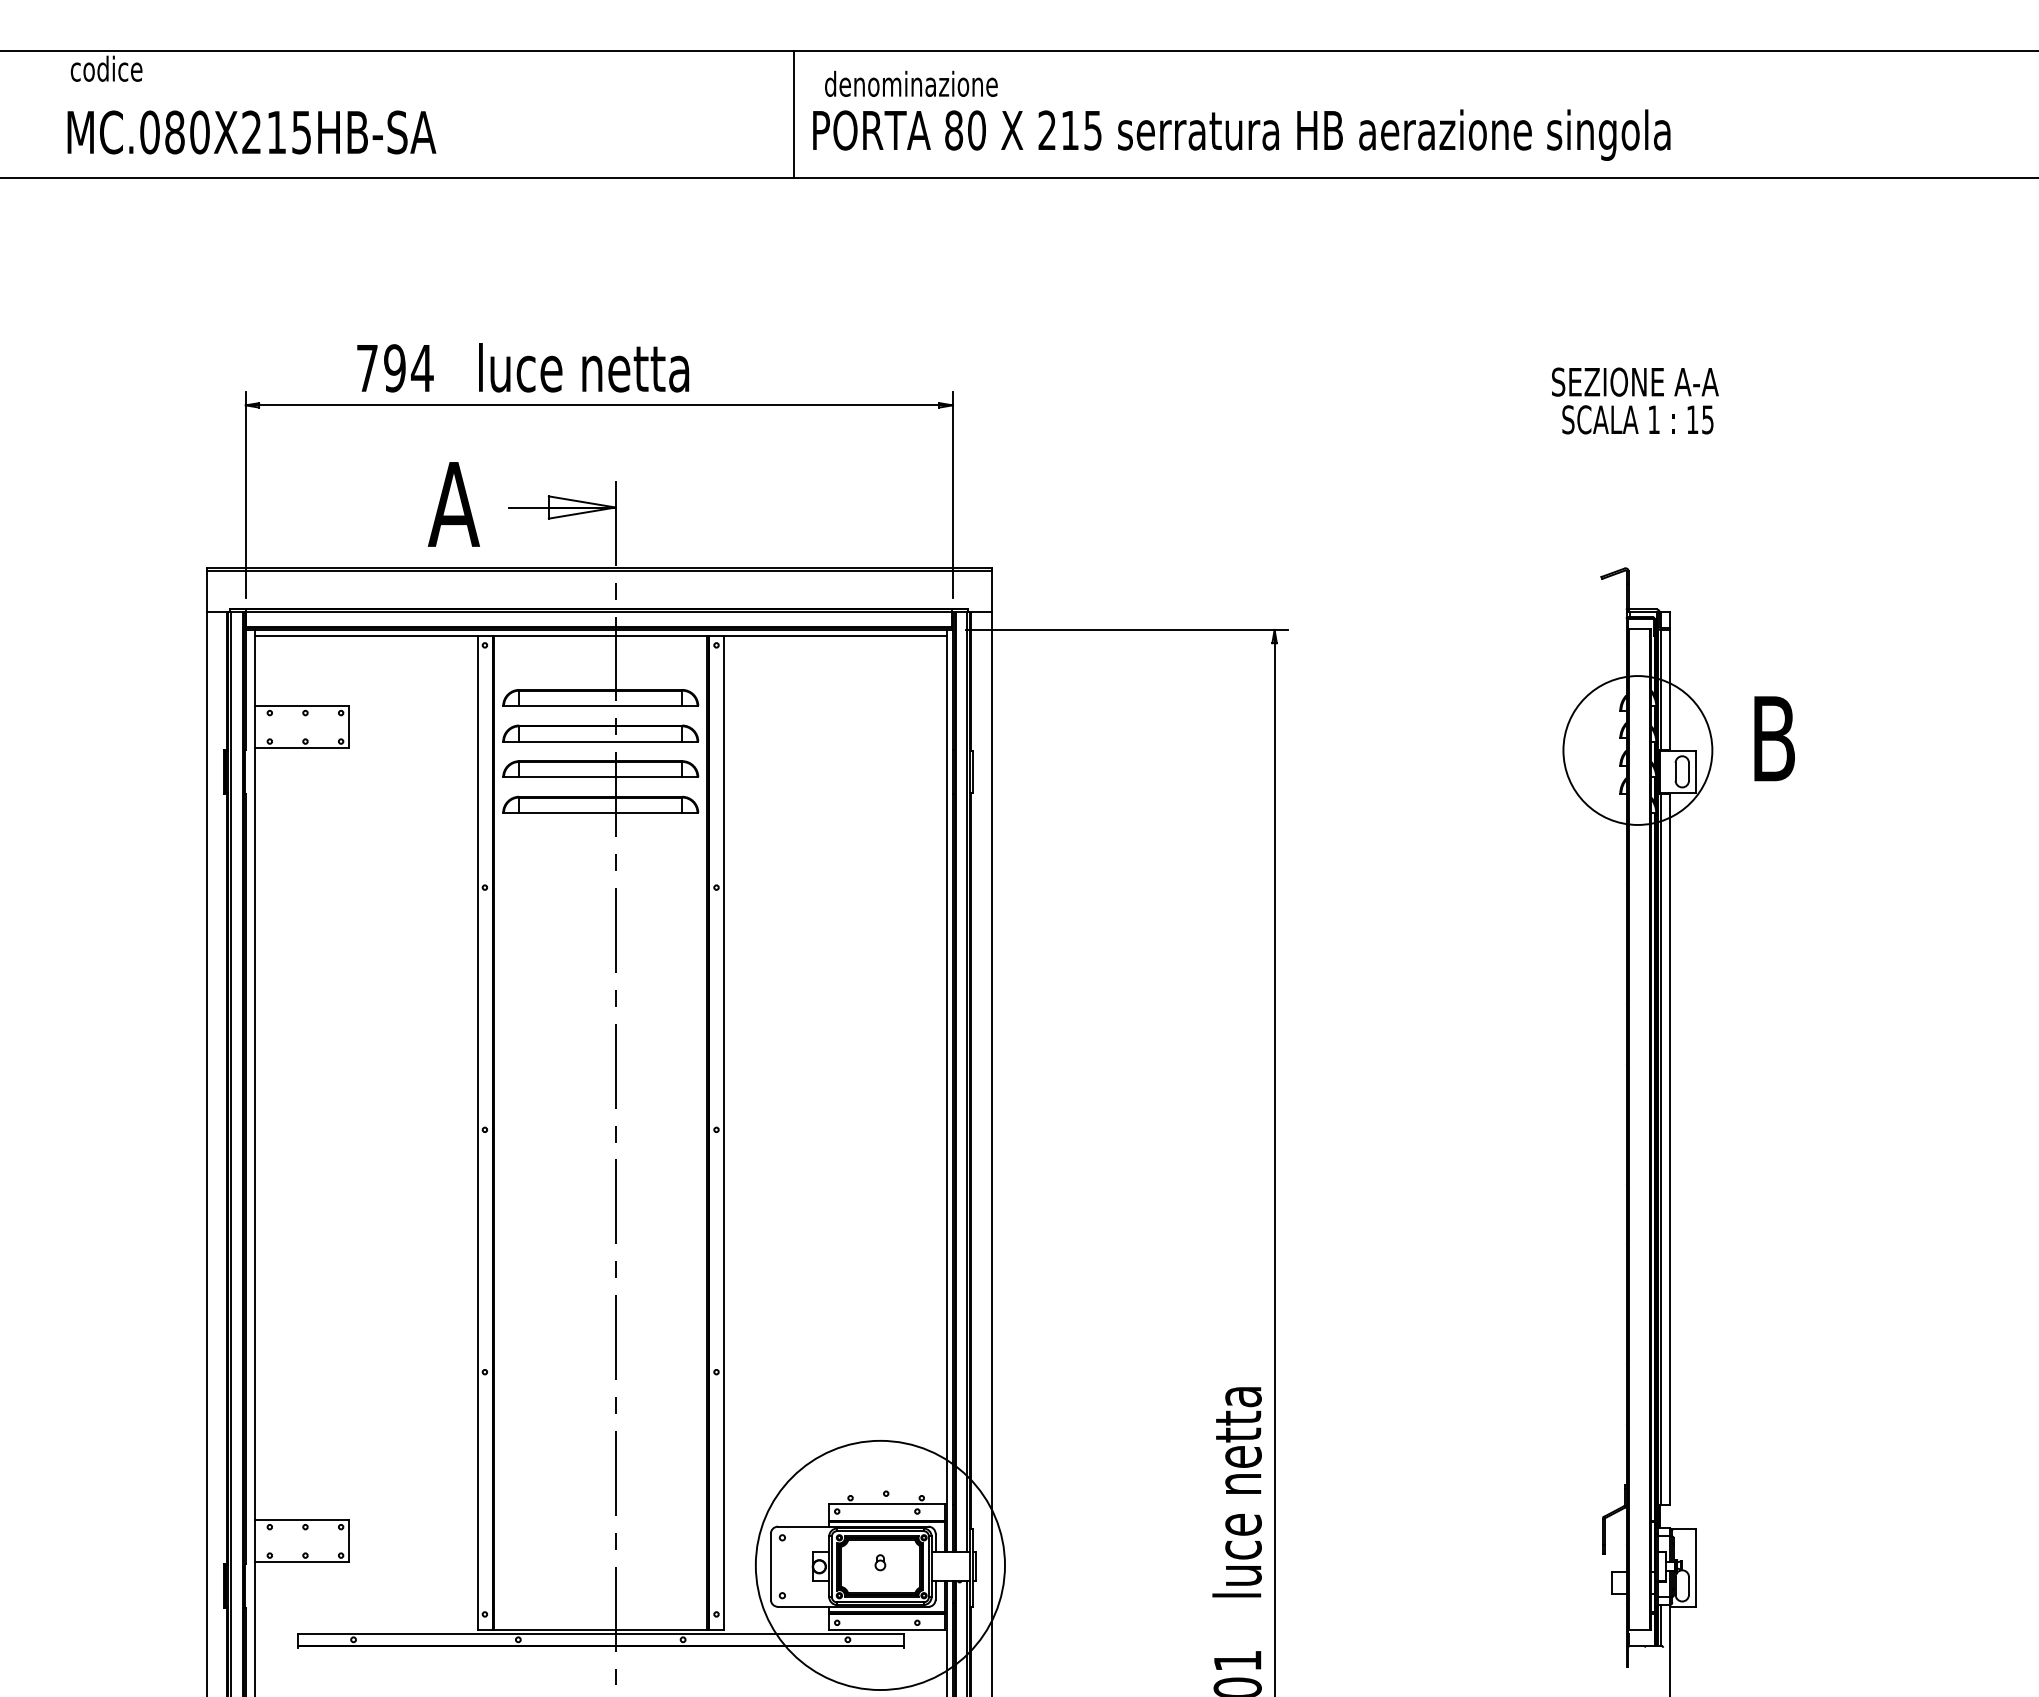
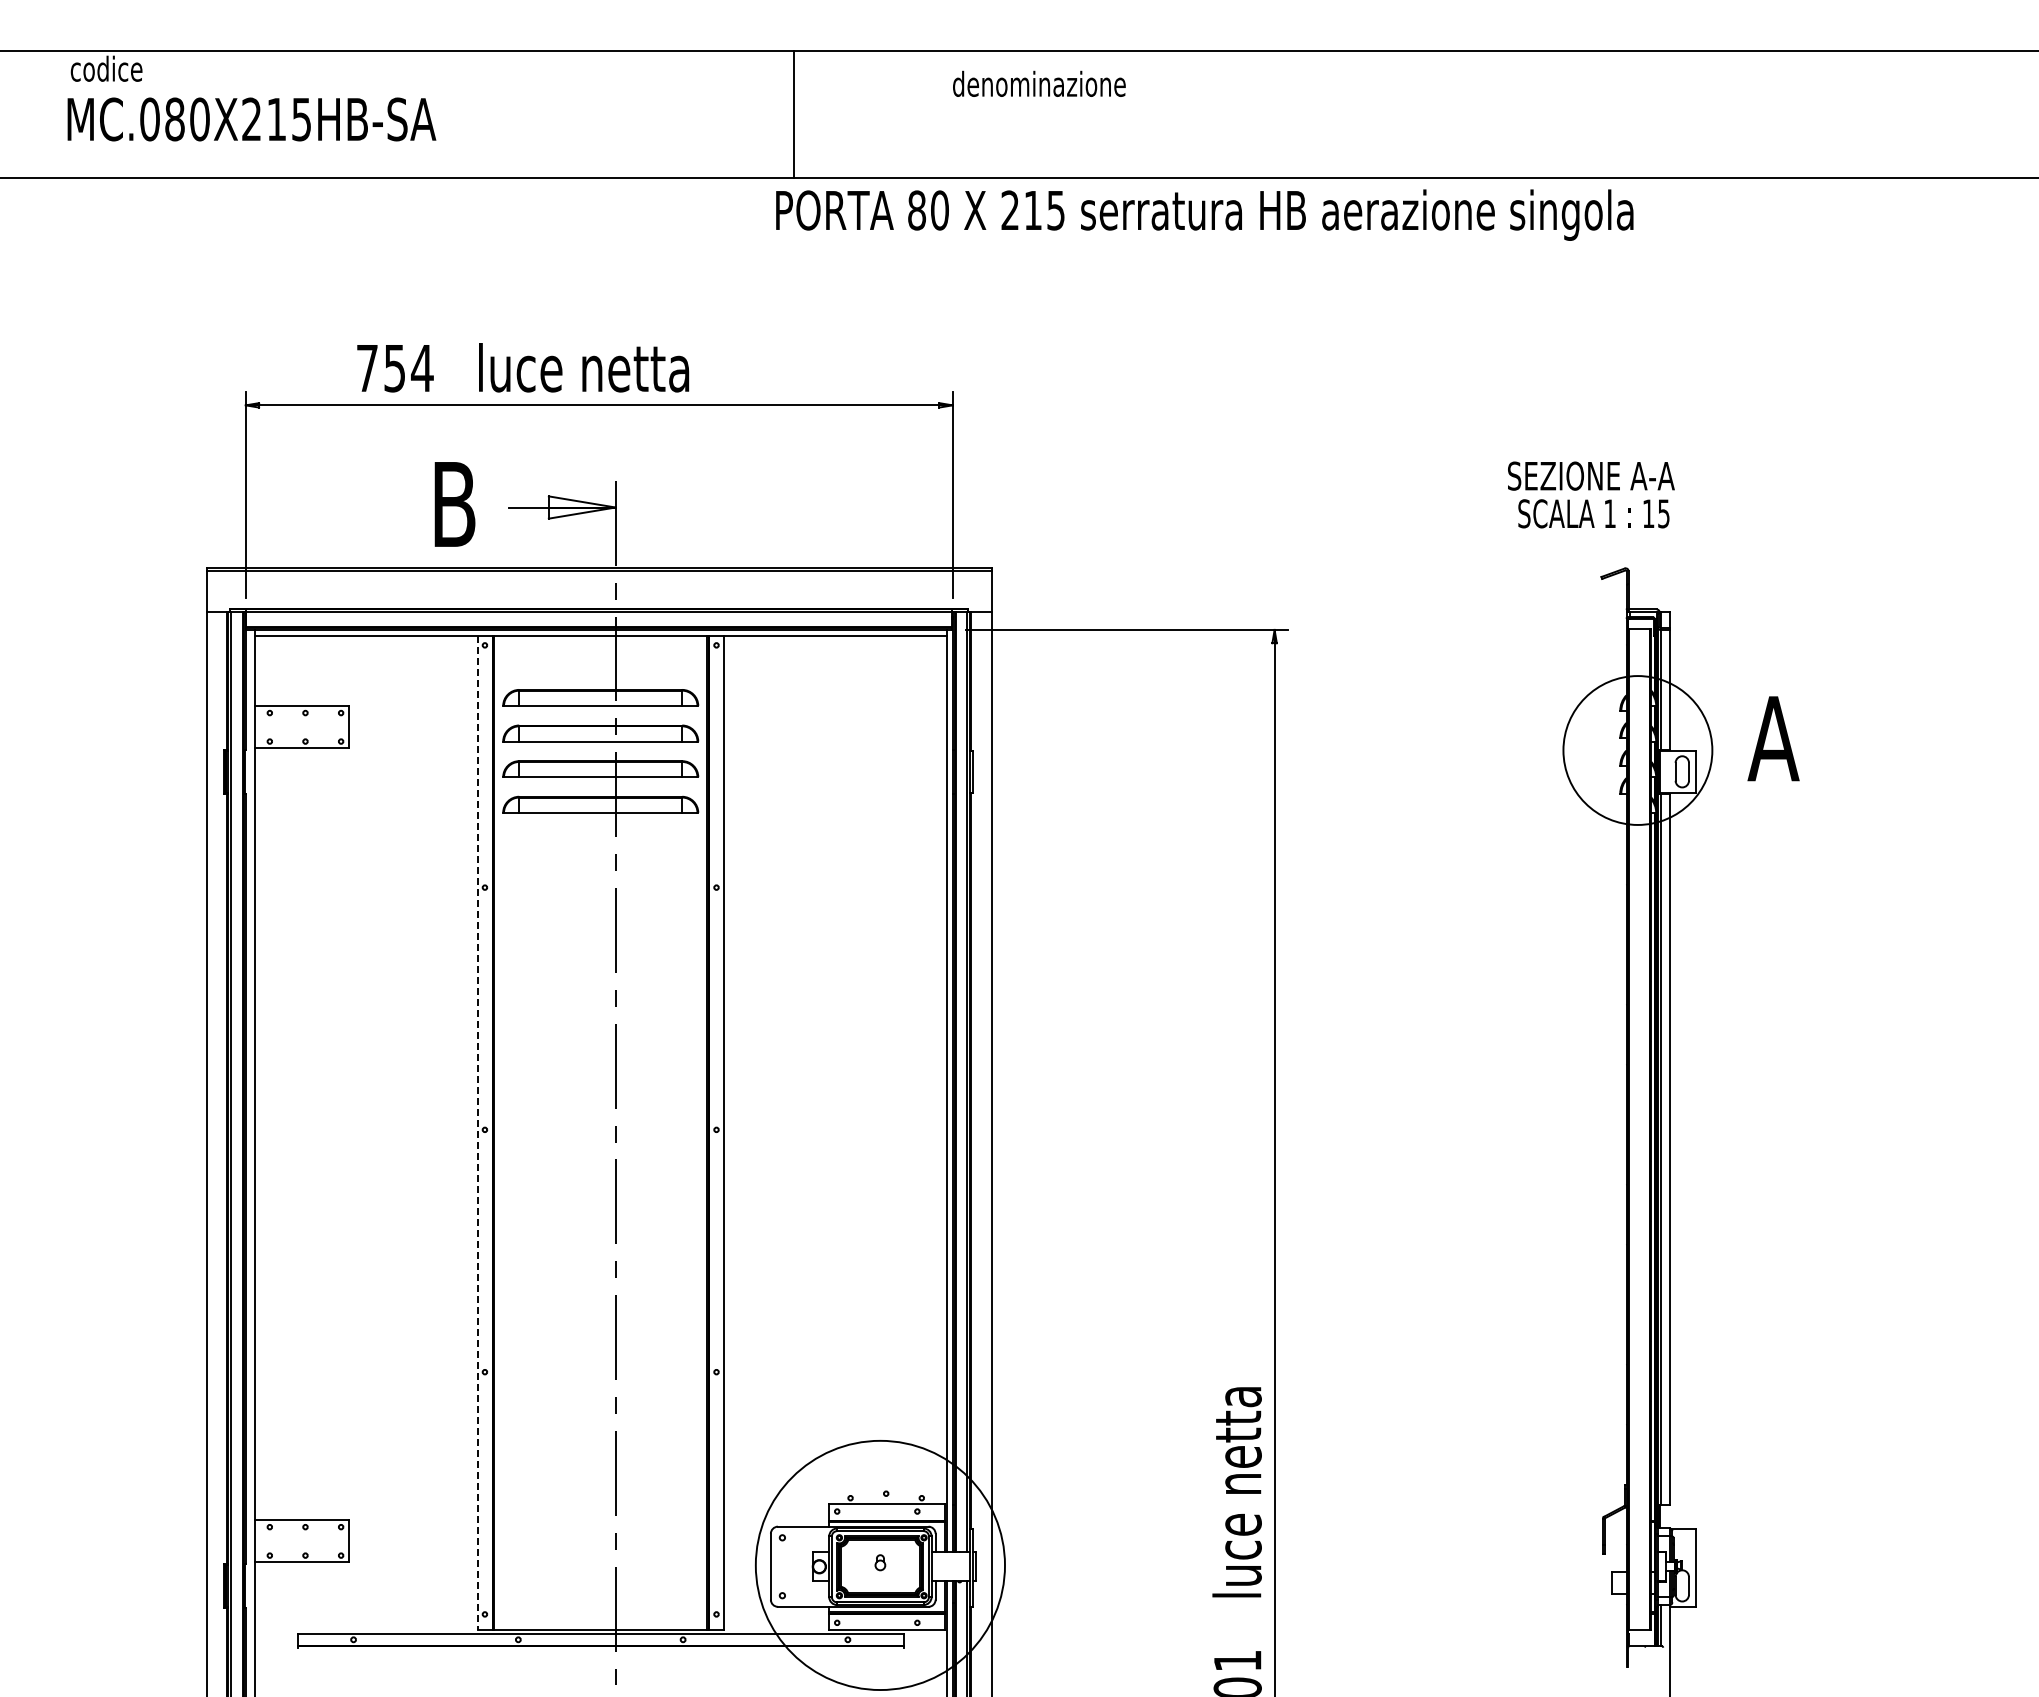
text at (911, 83) position: (911, 83) -> (1039, 83)
text at (251, 132) position: (251, 132) -> (251, 119)
text at (1241, 134) position: (1241, 134) -> (1204, 214)
text at (394, 368): 794 -> 754
text at (1635, 400) position: (1635, 400) -> (1591, 494)
text at (453, 504): A -> B
text at (1773, 738): B -> A
line at (477, 1133): solid -> dashed
